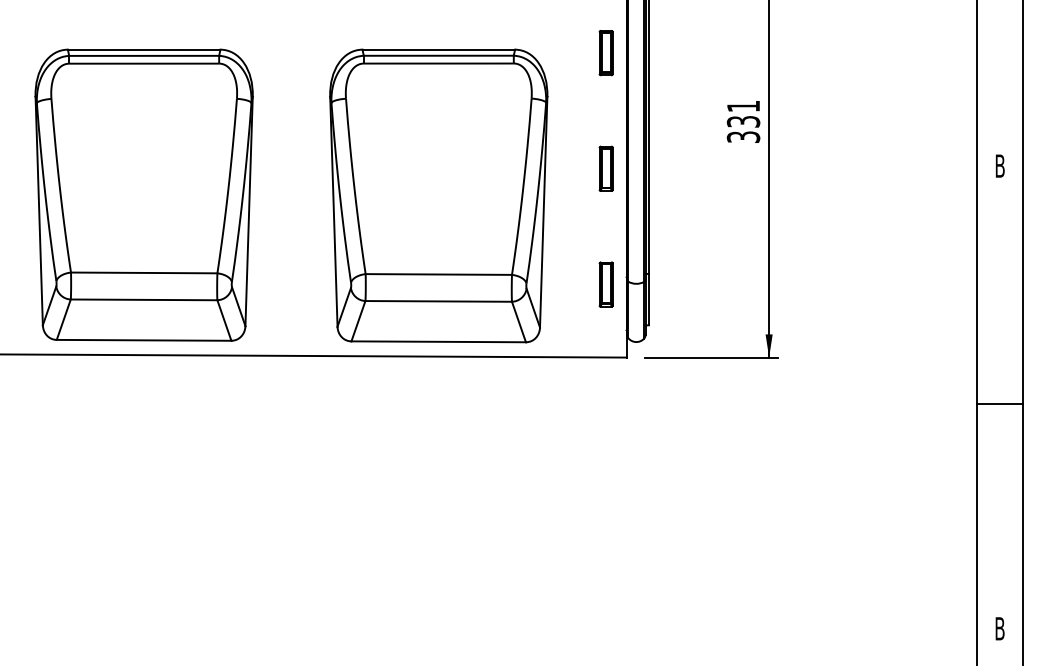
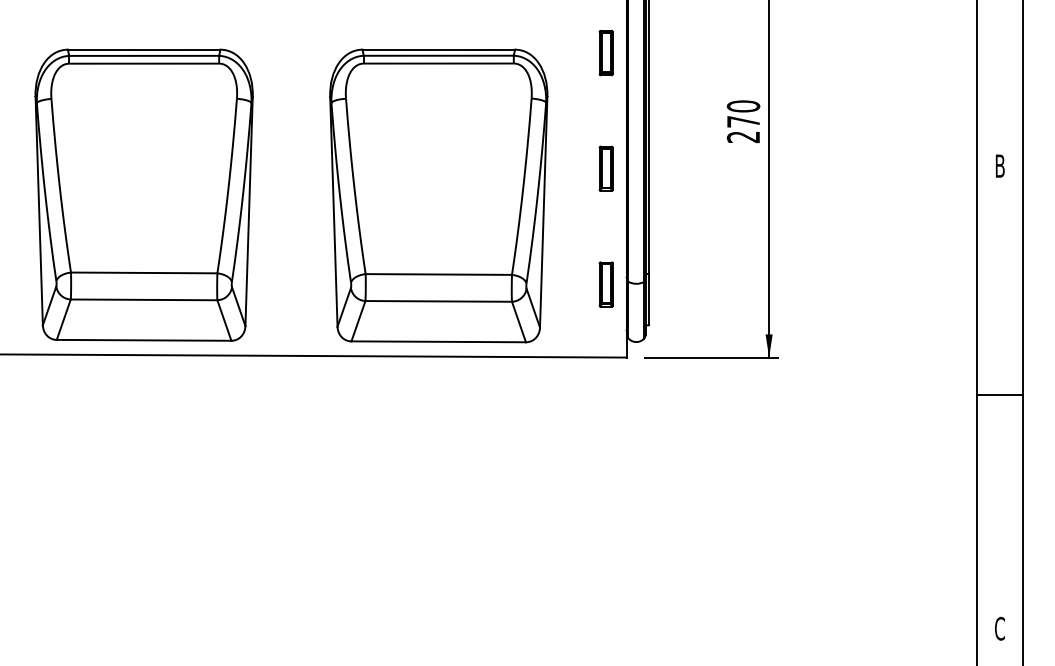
text at (743, 121): 331 -> 270
line at (1000, 403) position: (1000, 403) -> (1000, 394)
text at (999, 628): B -> C
